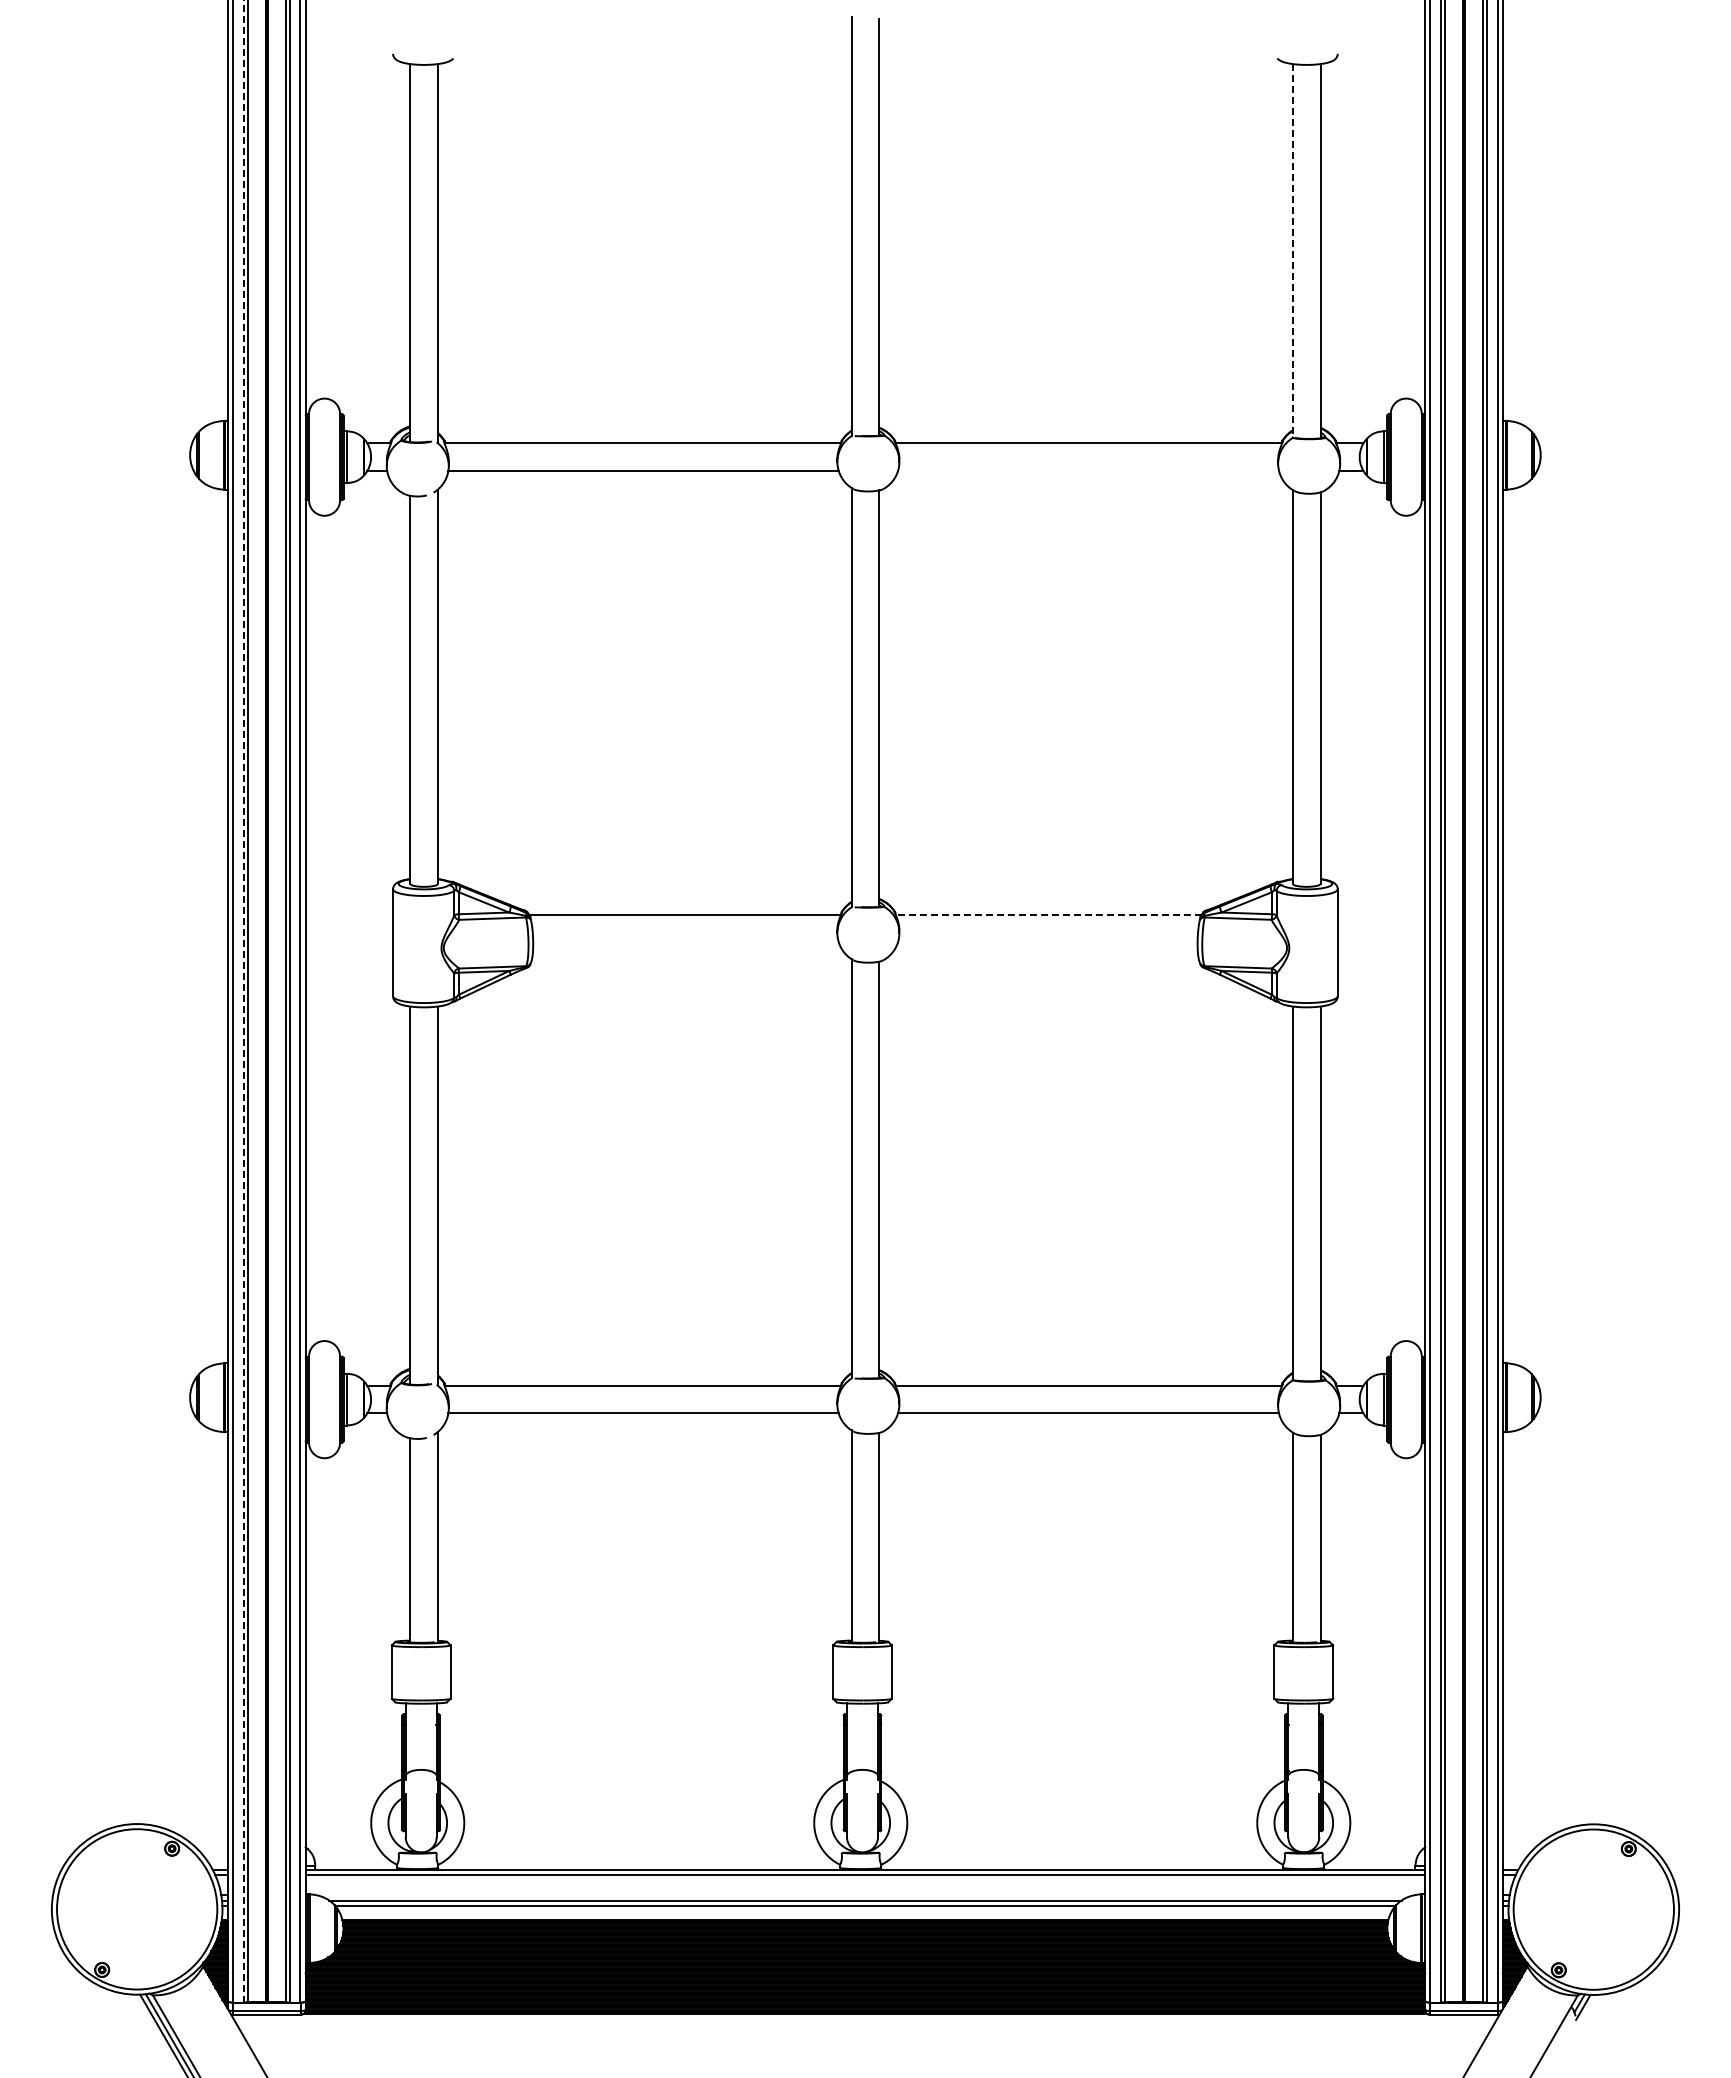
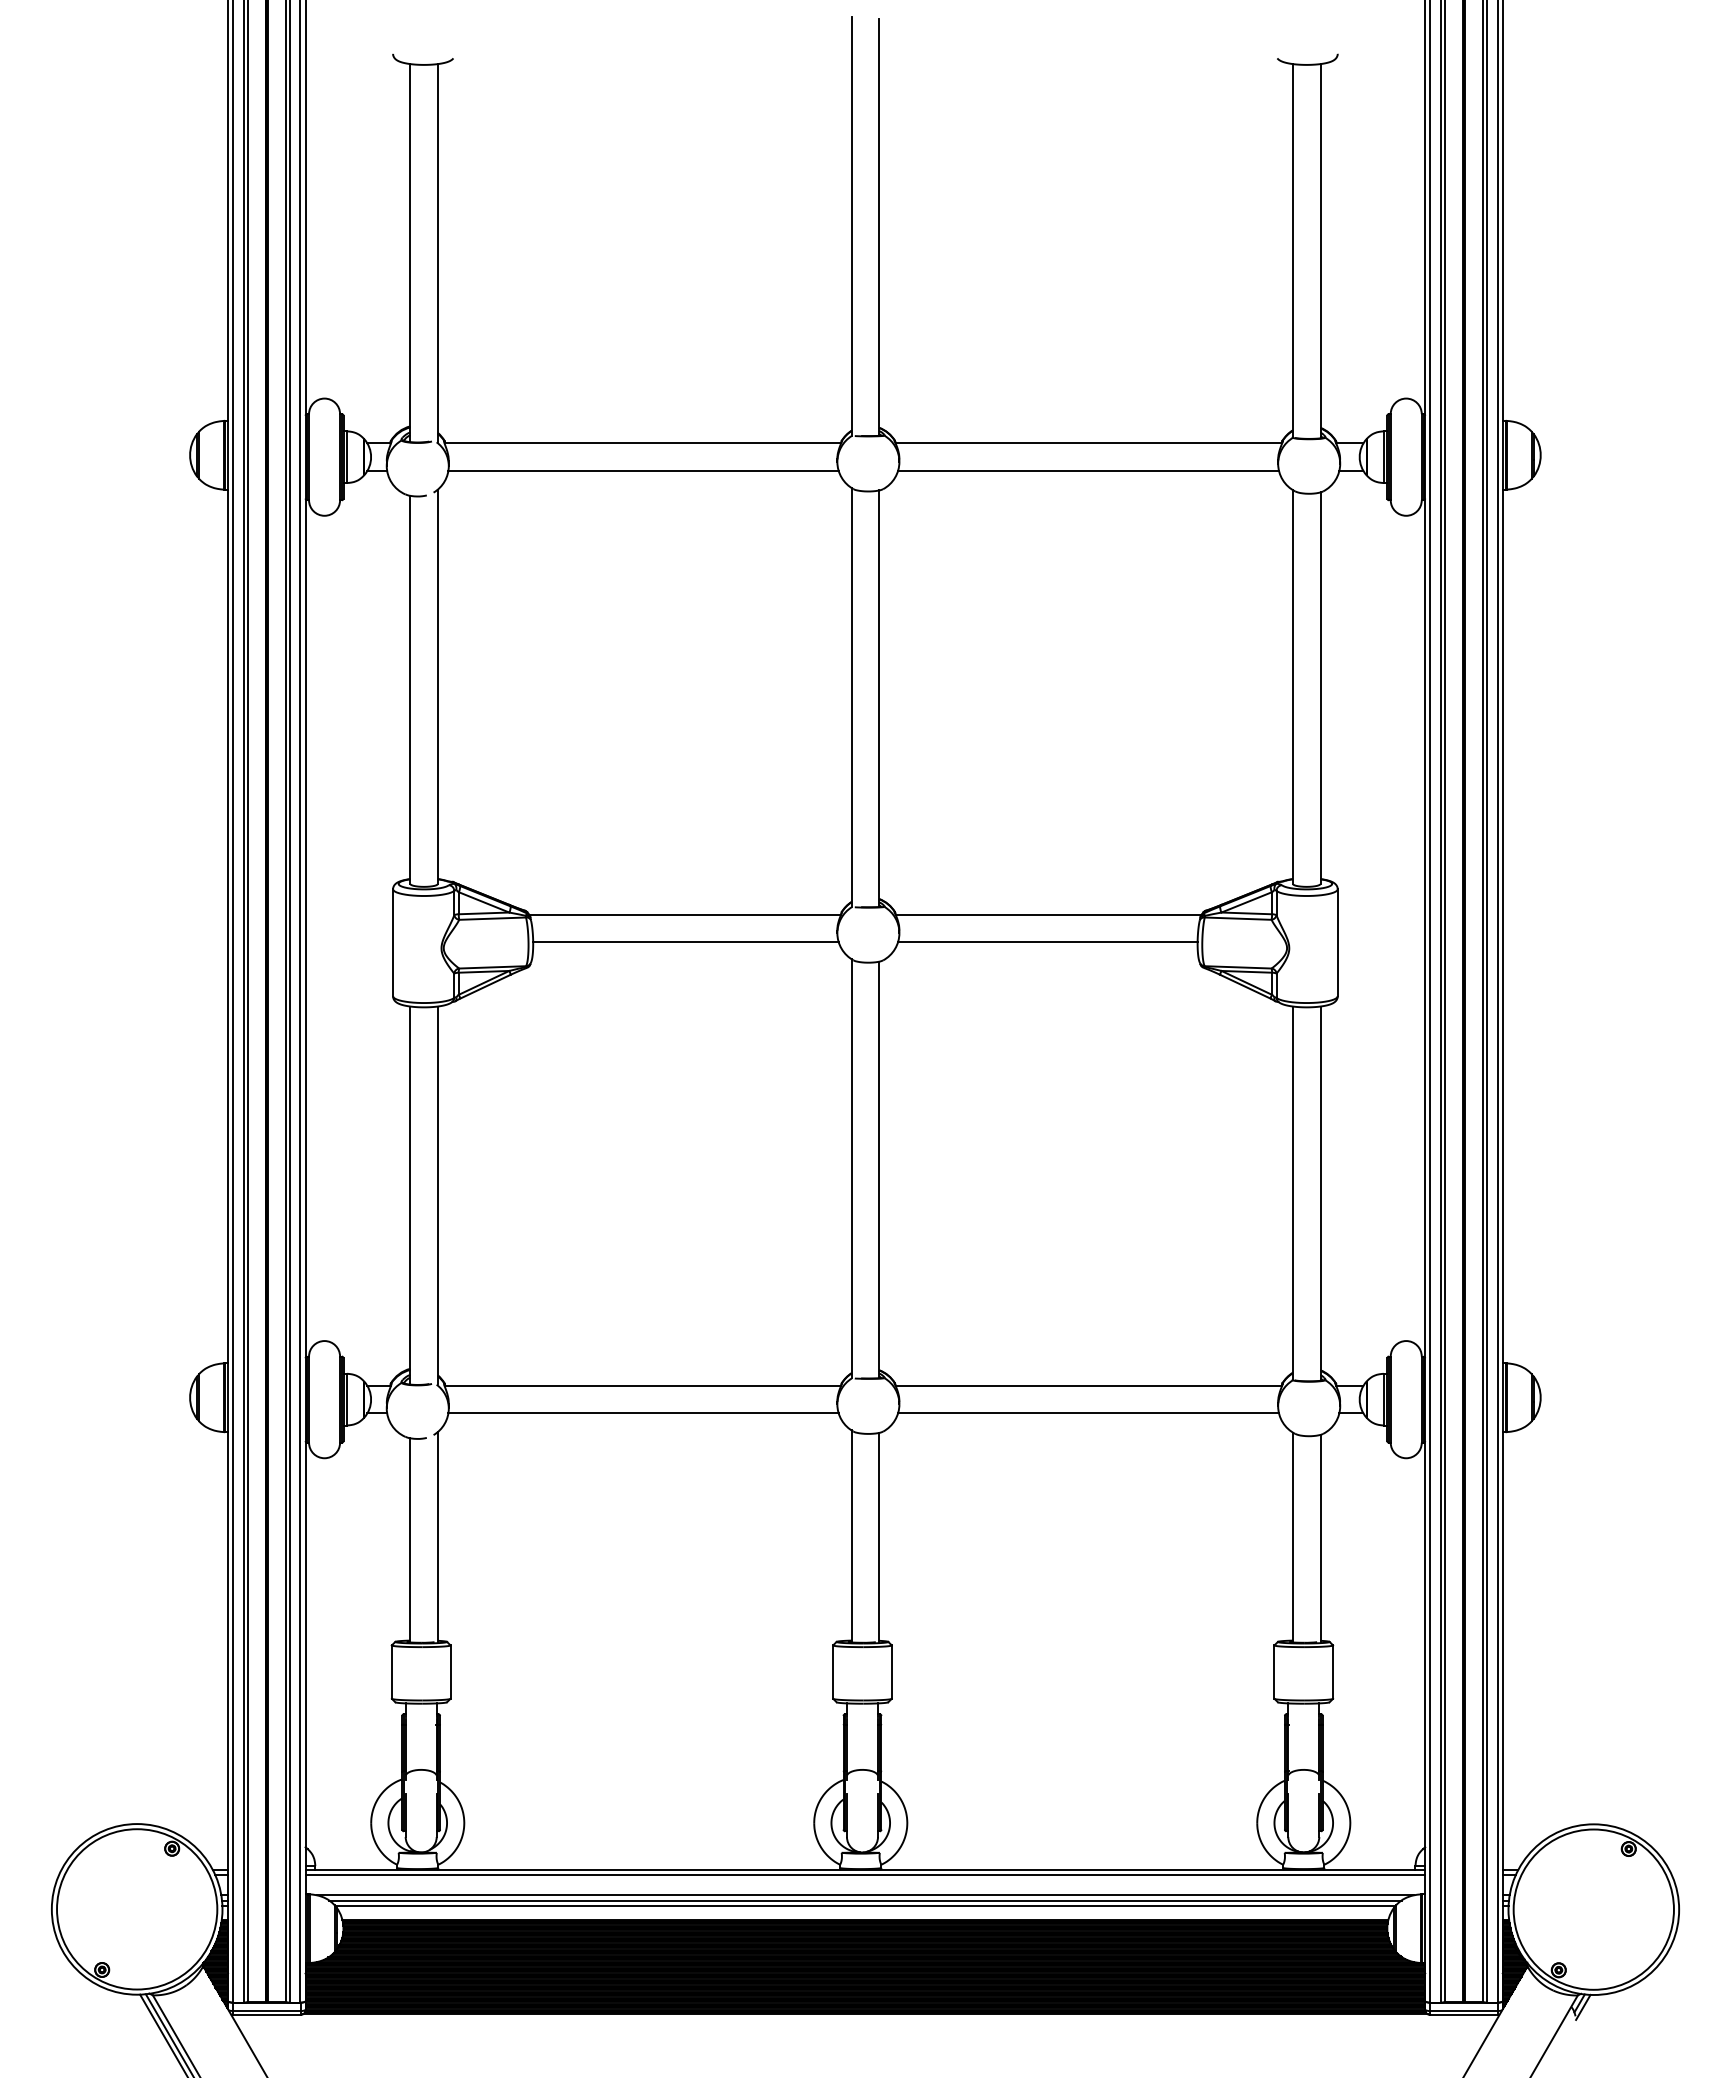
line at (1292, 251): dashed -> solid
line at (1088, 470): none -> present
line at (1048, 914): dashed -> solid
line at (685, 942): none -> present
line at (1047, 942): none -> present
line at (243, 1001): dashed -> solid
line at (865, 1895): none -> present
